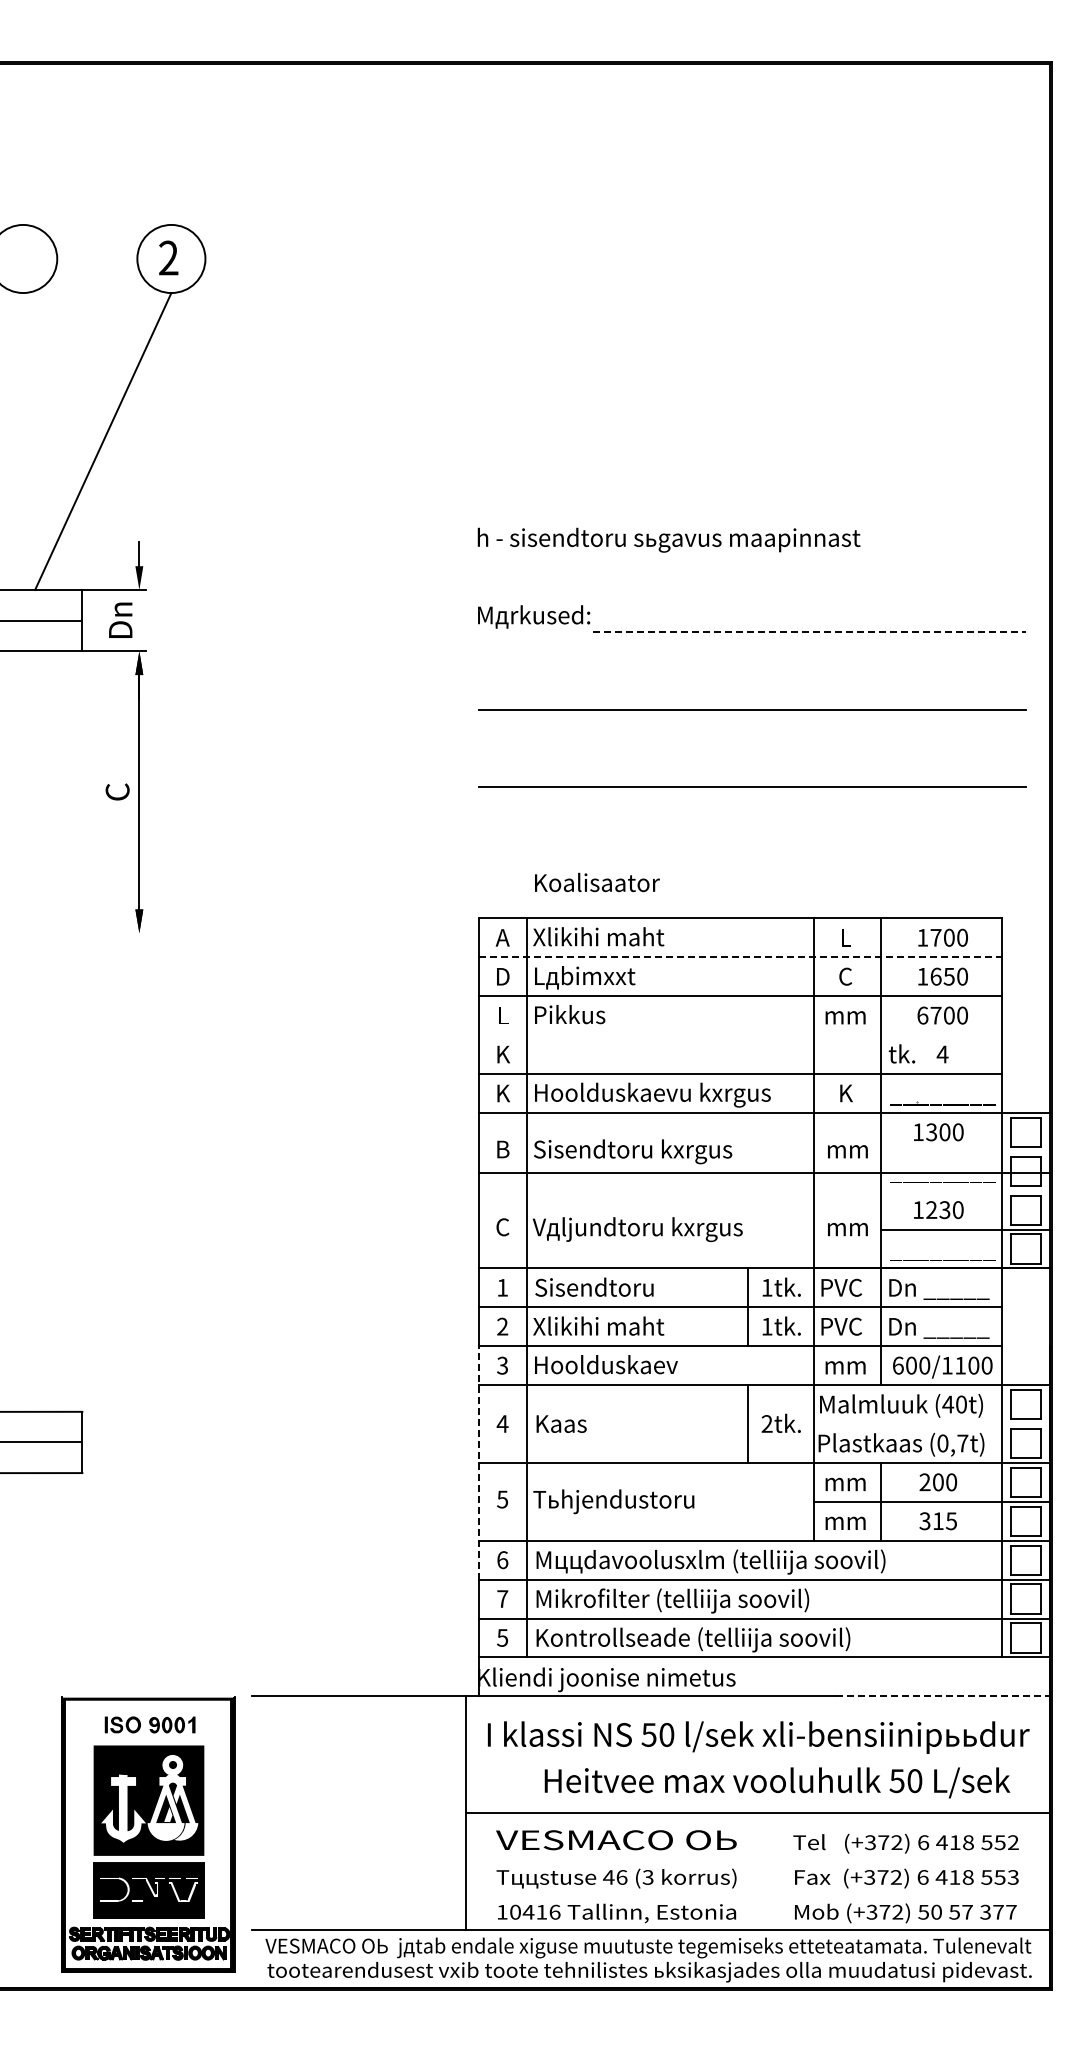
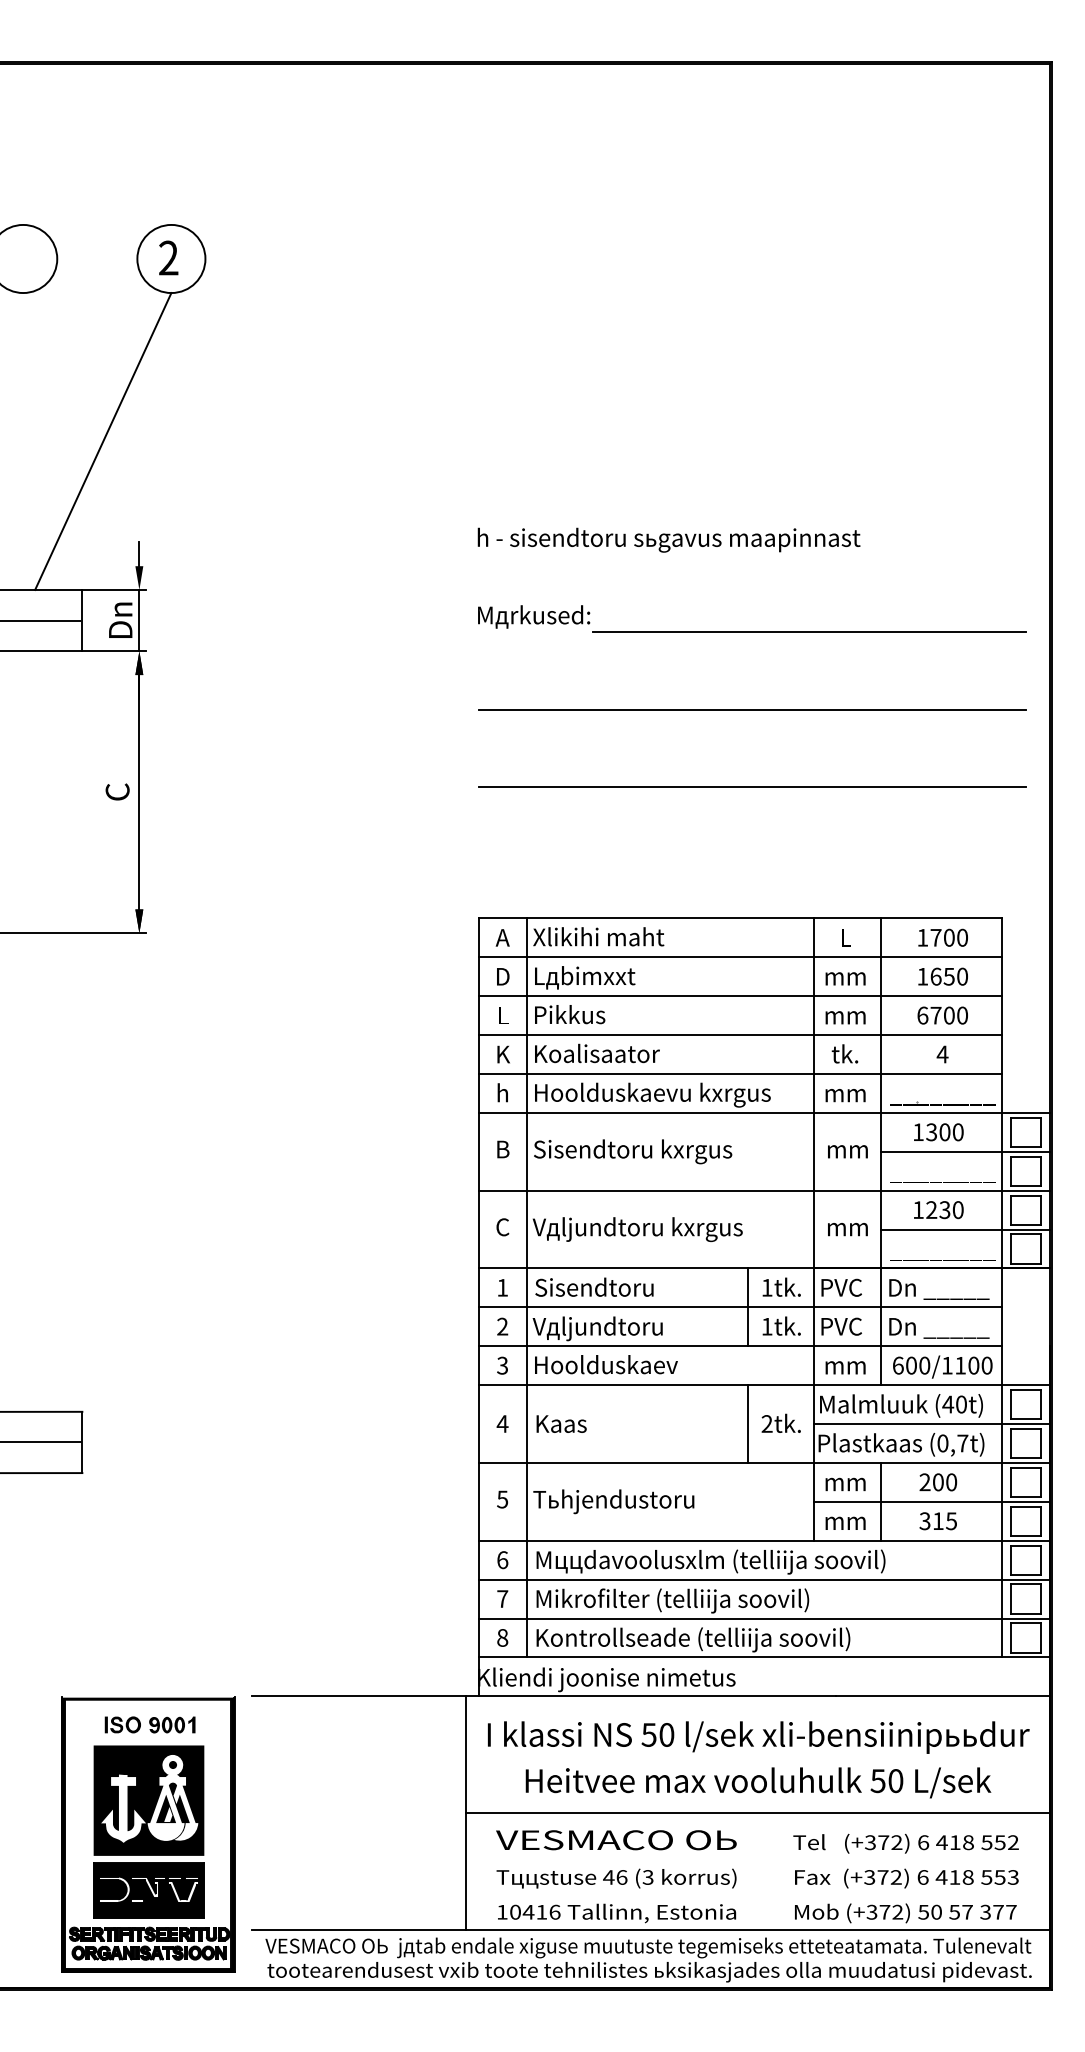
line at (139, 620): none -> present
line at (809, 632): dashed -> solid
text at (597, 882) position: (597, 882) -> (597, 1053)
line at (74, 933): none -> present
line at (740, 957): dashed -> solid
text at (845, 976): C -> mm
line at (740, 1035): none -> present
text at (901, 1053) position: (901, 1053) -> (844, 1053)
text at (503, 1092): K -> h
text at (845, 1093): K -> mm
line at (965, 1151): none -> present
line at (763, 1172) position: (763, 1172) -> (763, 1190)
text at (598, 1328): Хlikihi maht -> Vдljundtoru
line at (931, 1424): none -> present
line at (478, 1462): dashed -> solid
text at (502, 1637): 5 -> 8
line at (942, 1696): dashed -> solid
text at (777, 1782) position: (777, 1782) -> (758, 1782)
